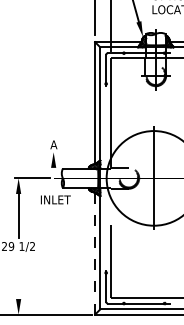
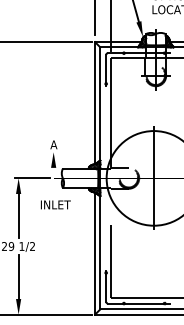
line at (46, 42): none -> present
text at (55, 199) position: (55, 199) -> (55, 204)
line at (95, 253): dashed -> solid
line at (18, 279): none -> present
